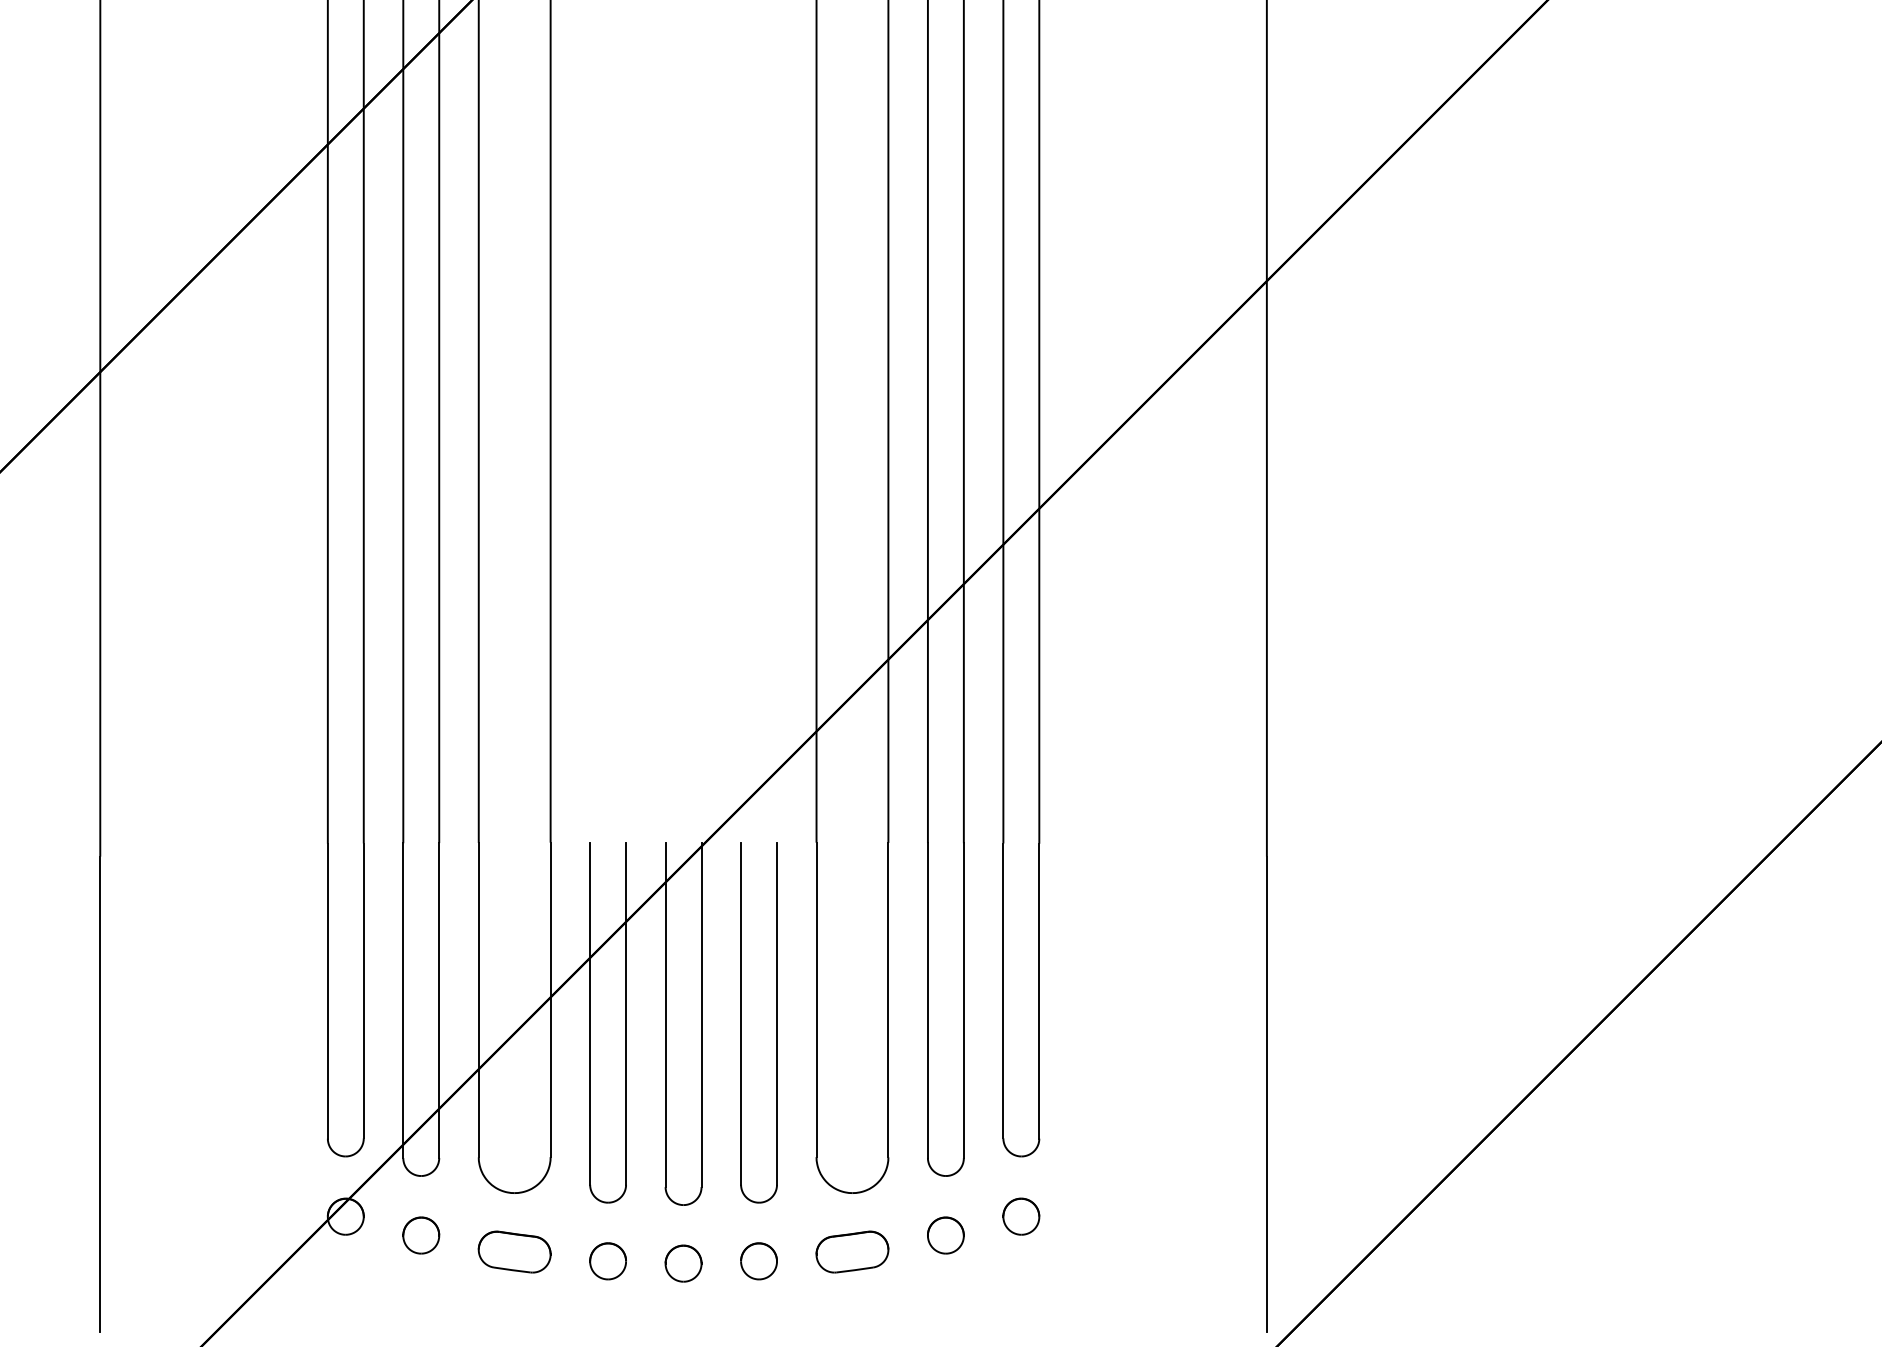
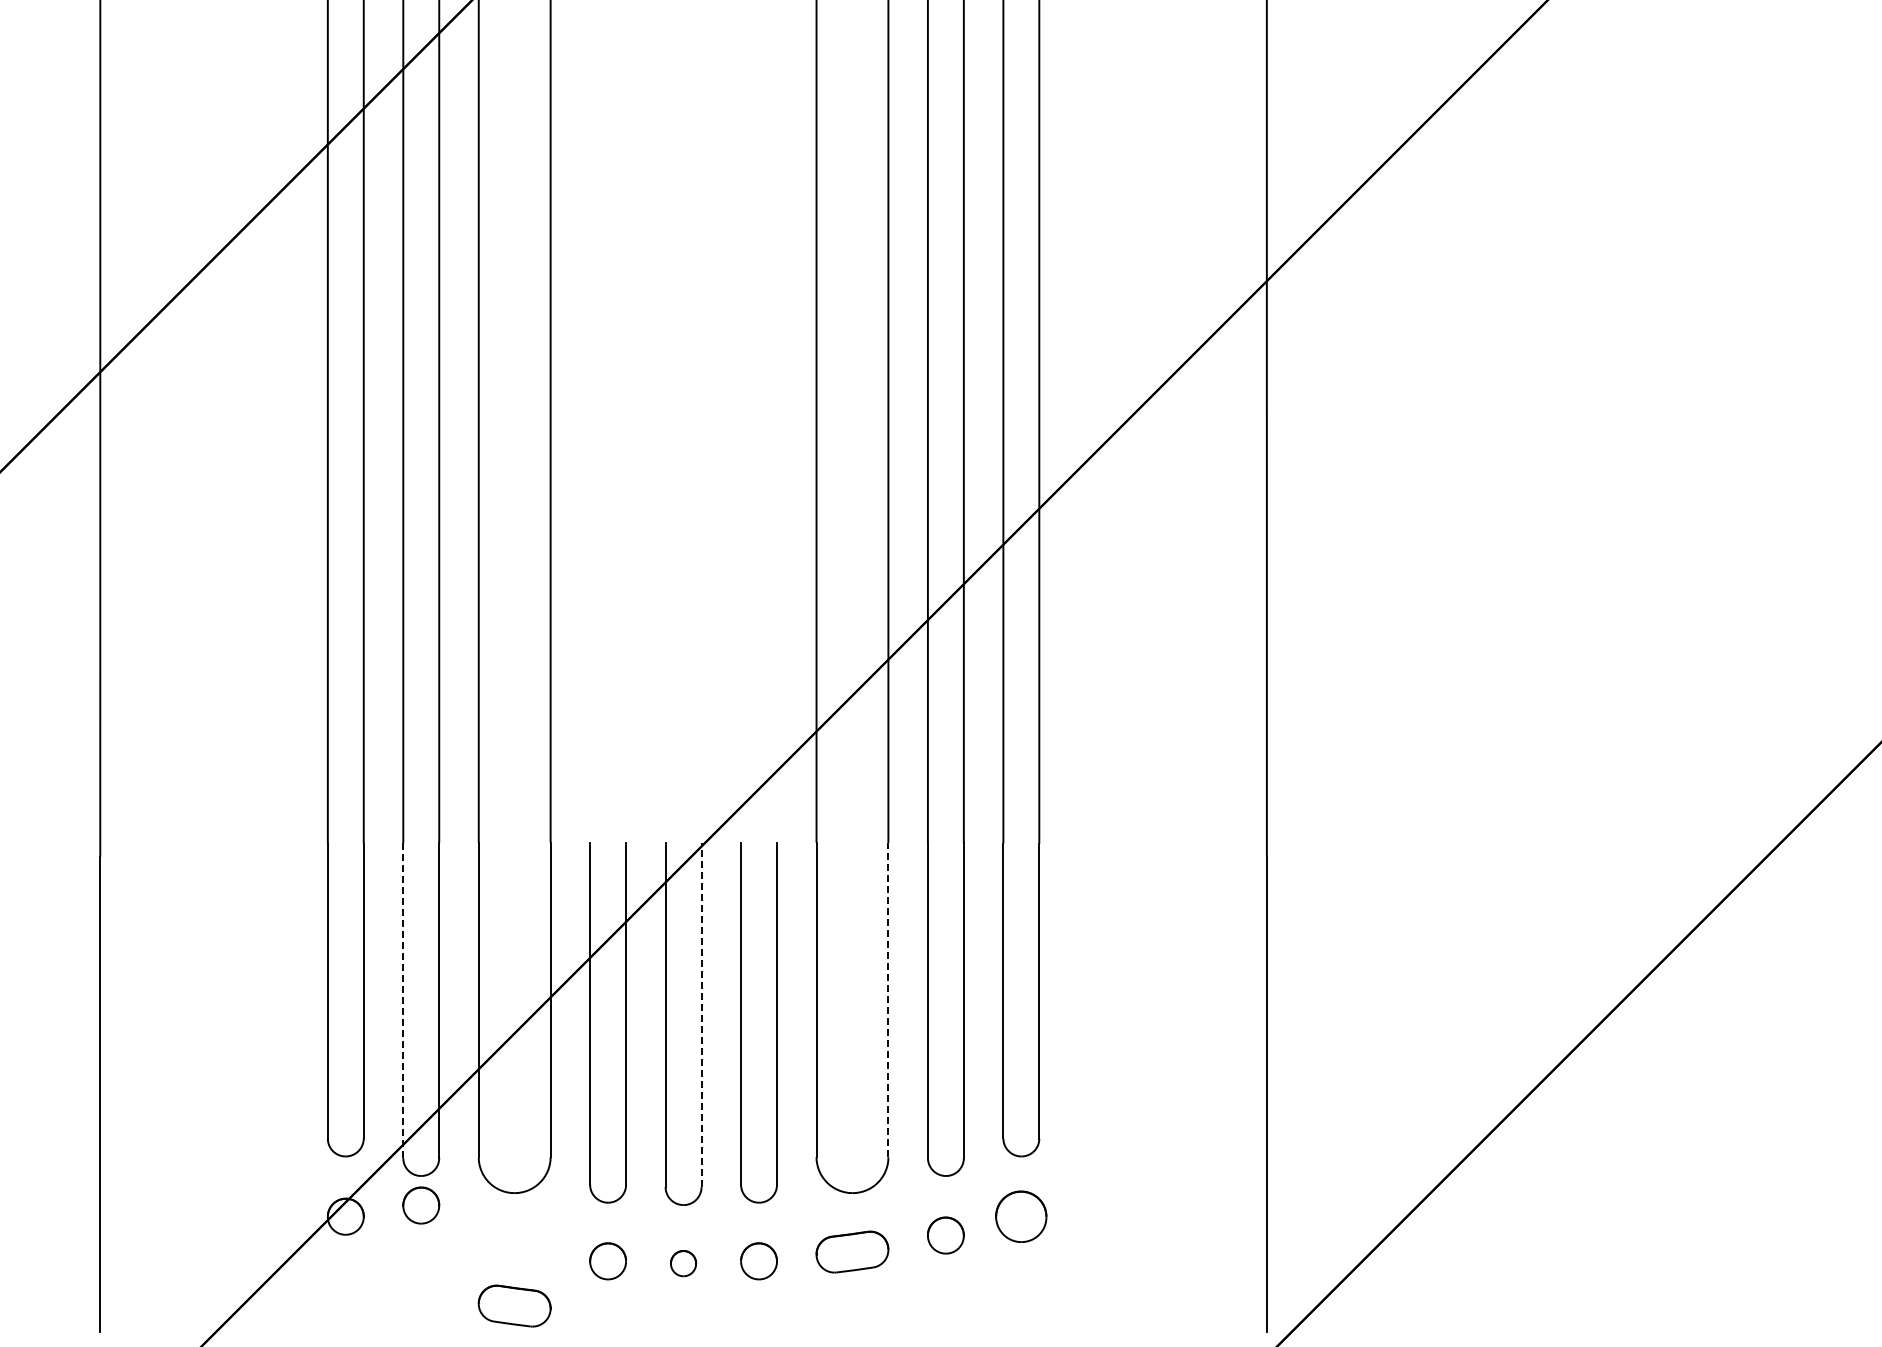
line at (888, 999): solid -> dashed
line at (403, 1000): solid -> dashed
line at (701, 1014): solid -> dashed
part at (1021, 1216) size: 39x39 px -> 53x53 px
part at (421, 1235) position: (421, 1235) -> (421, 1205)
part at (514, 1251) position: (514, 1251) -> (514, 1305)
part at (683, 1263) size: 39x39 px -> 28x28 px
